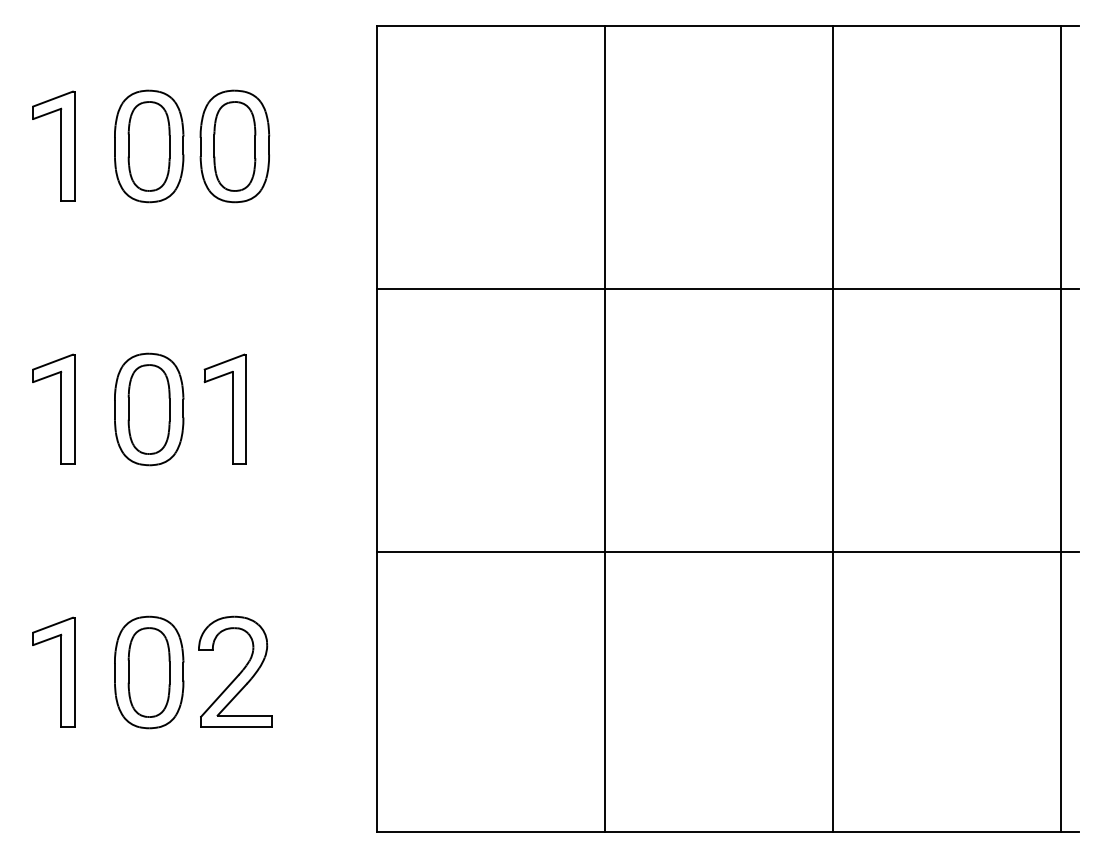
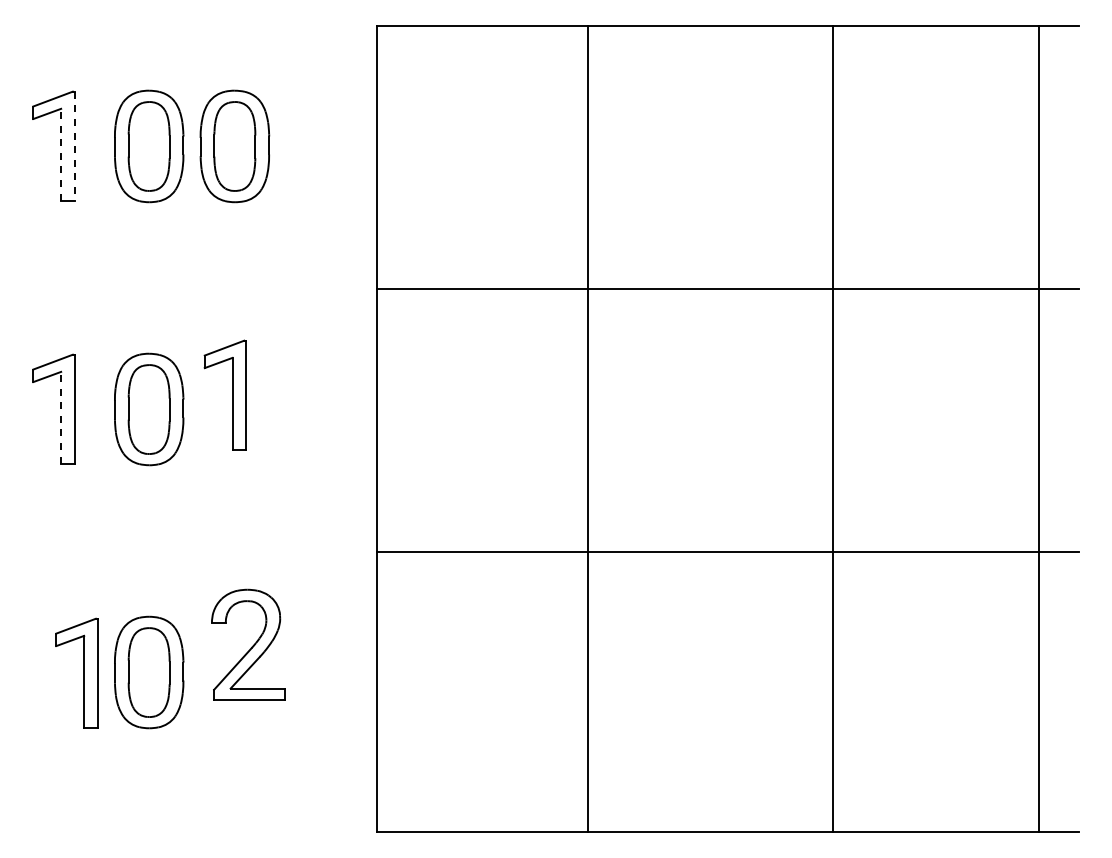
line at (75, 146): solid -> dashed
line at (61, 154): solid -> dashed
part at (232, 408) position: (232, 408) -> (232, 394)
line at (61, 417): solid -> dashed
line at (605, 428) position: (605, 428) -> (588, 428)
line at (1061, 428) position: (1061, 428) -> (1039, 428)
part at (60, 671) position: (60, 671) -> (83, 672)
part at (235, 671) position: (235, 671) -> (248, 644)
